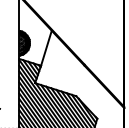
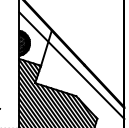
line at (71, 65): none -> present
